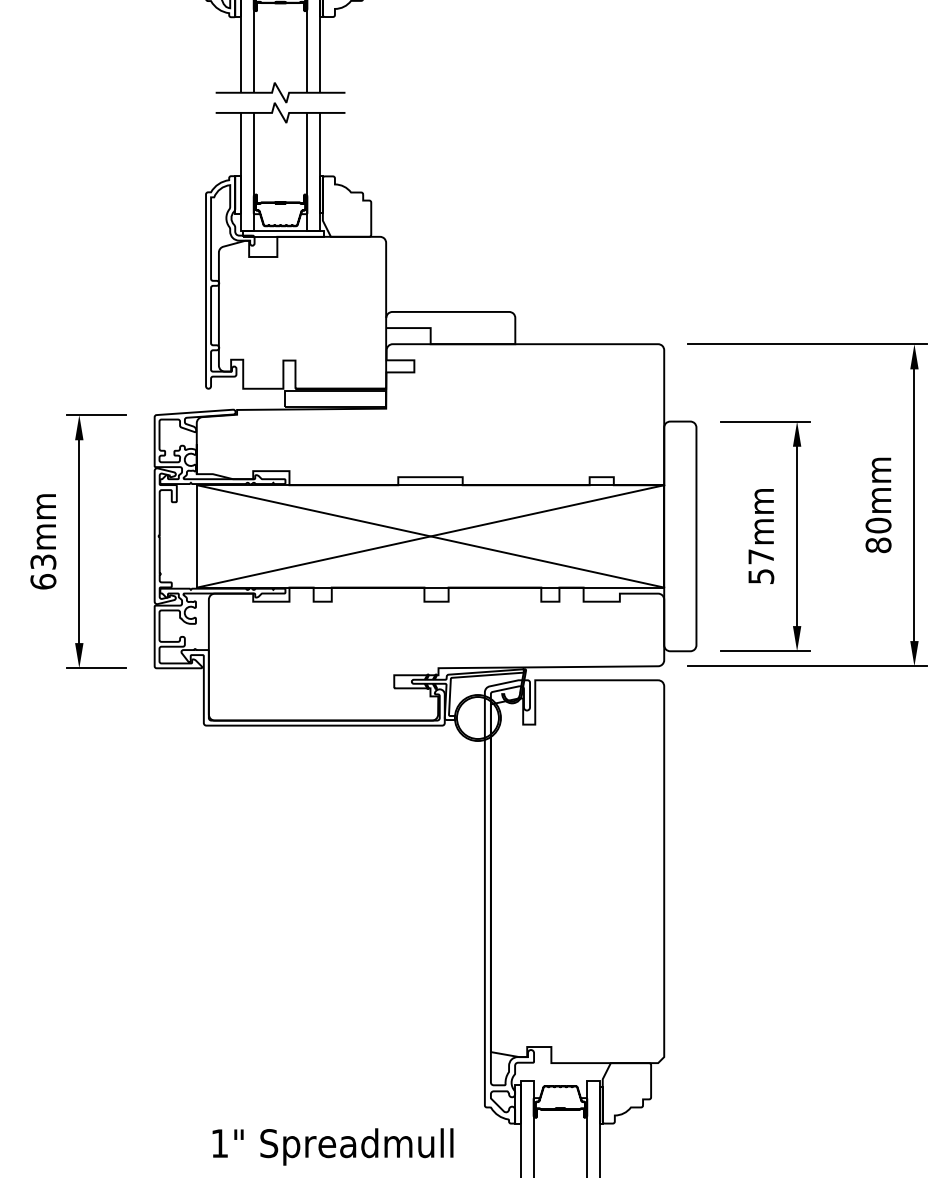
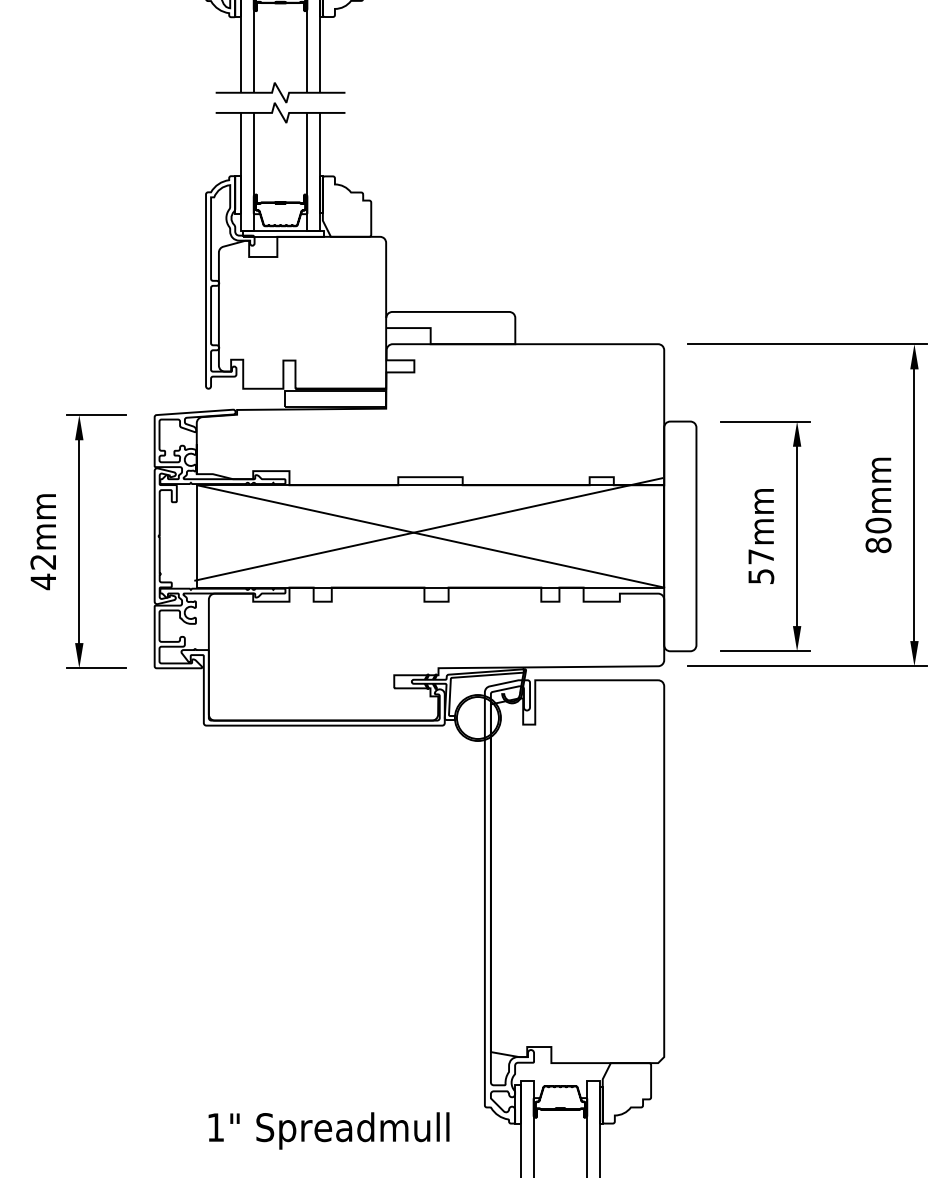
line at (430, 536) position: (430, 536) -> (428, 529)
text at (43, 572): 63mm -> 42mm
text at (332, 1146) position: (332, 1146) -> (328, 1130)
